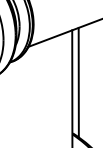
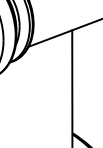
line at (78, 82): present -> none
